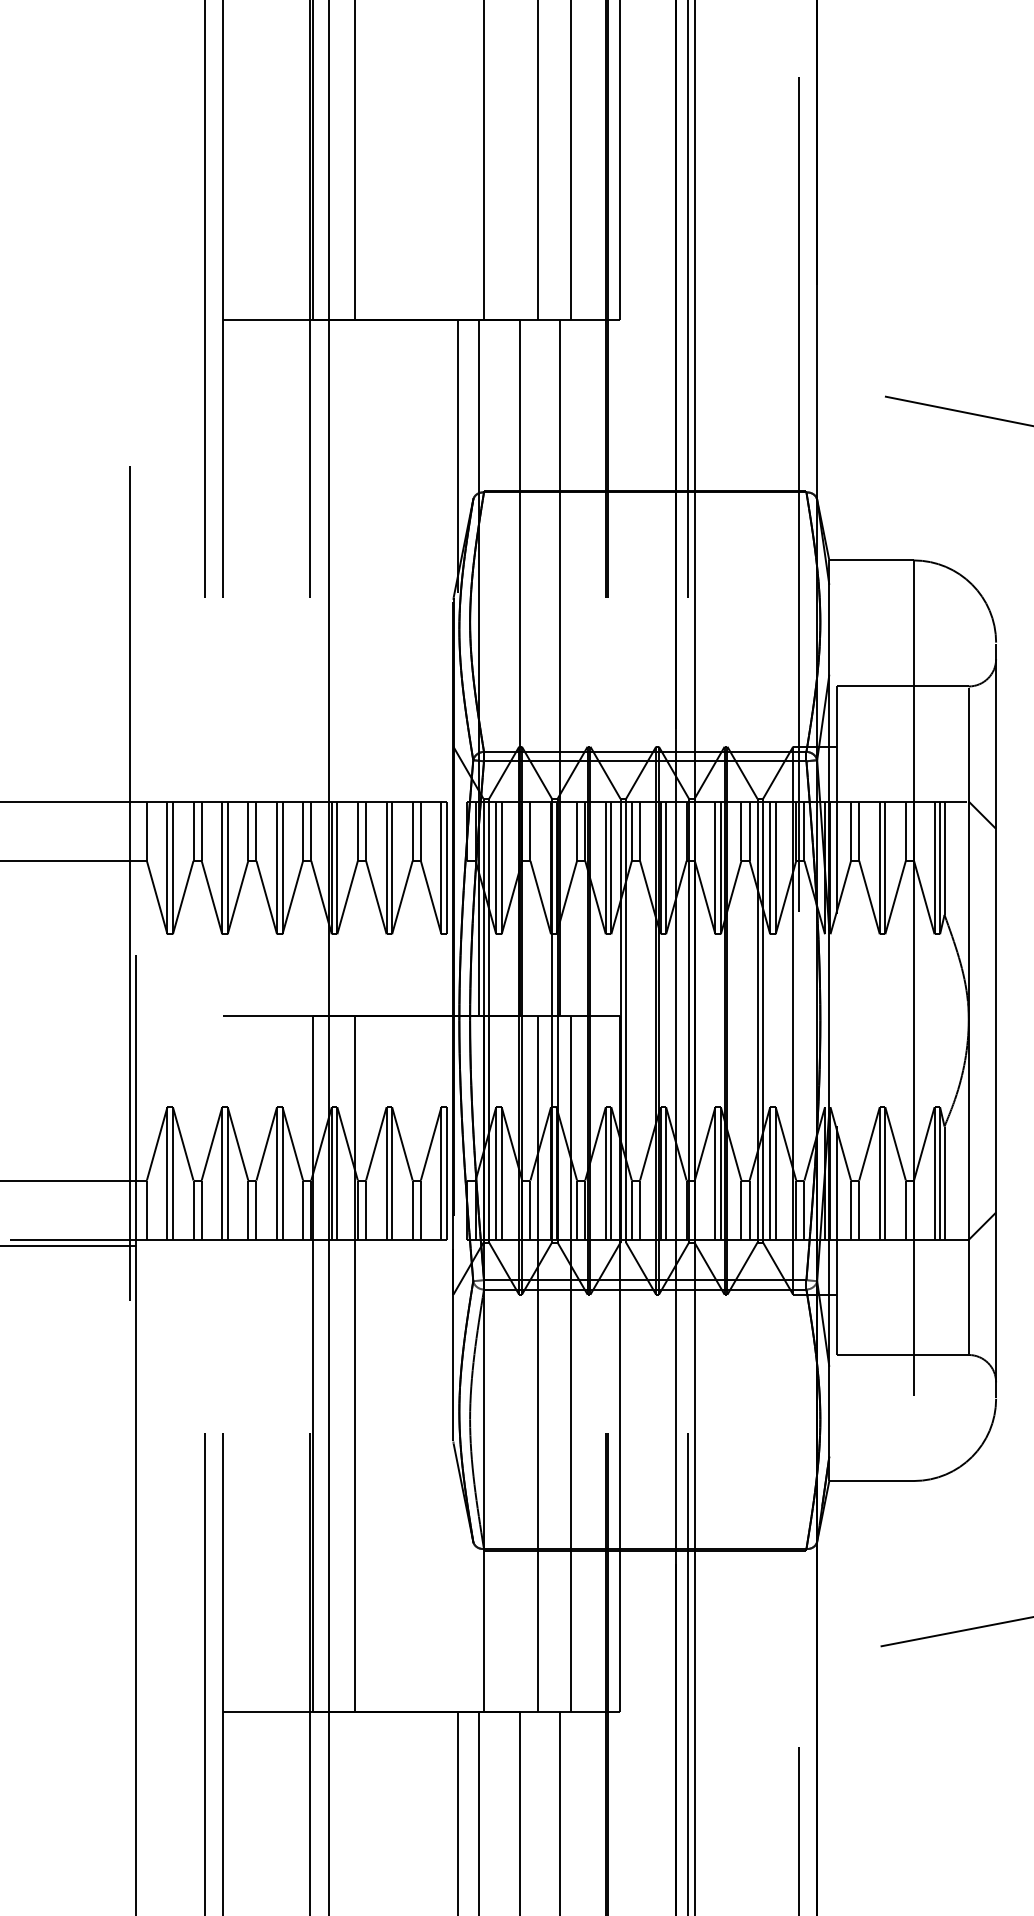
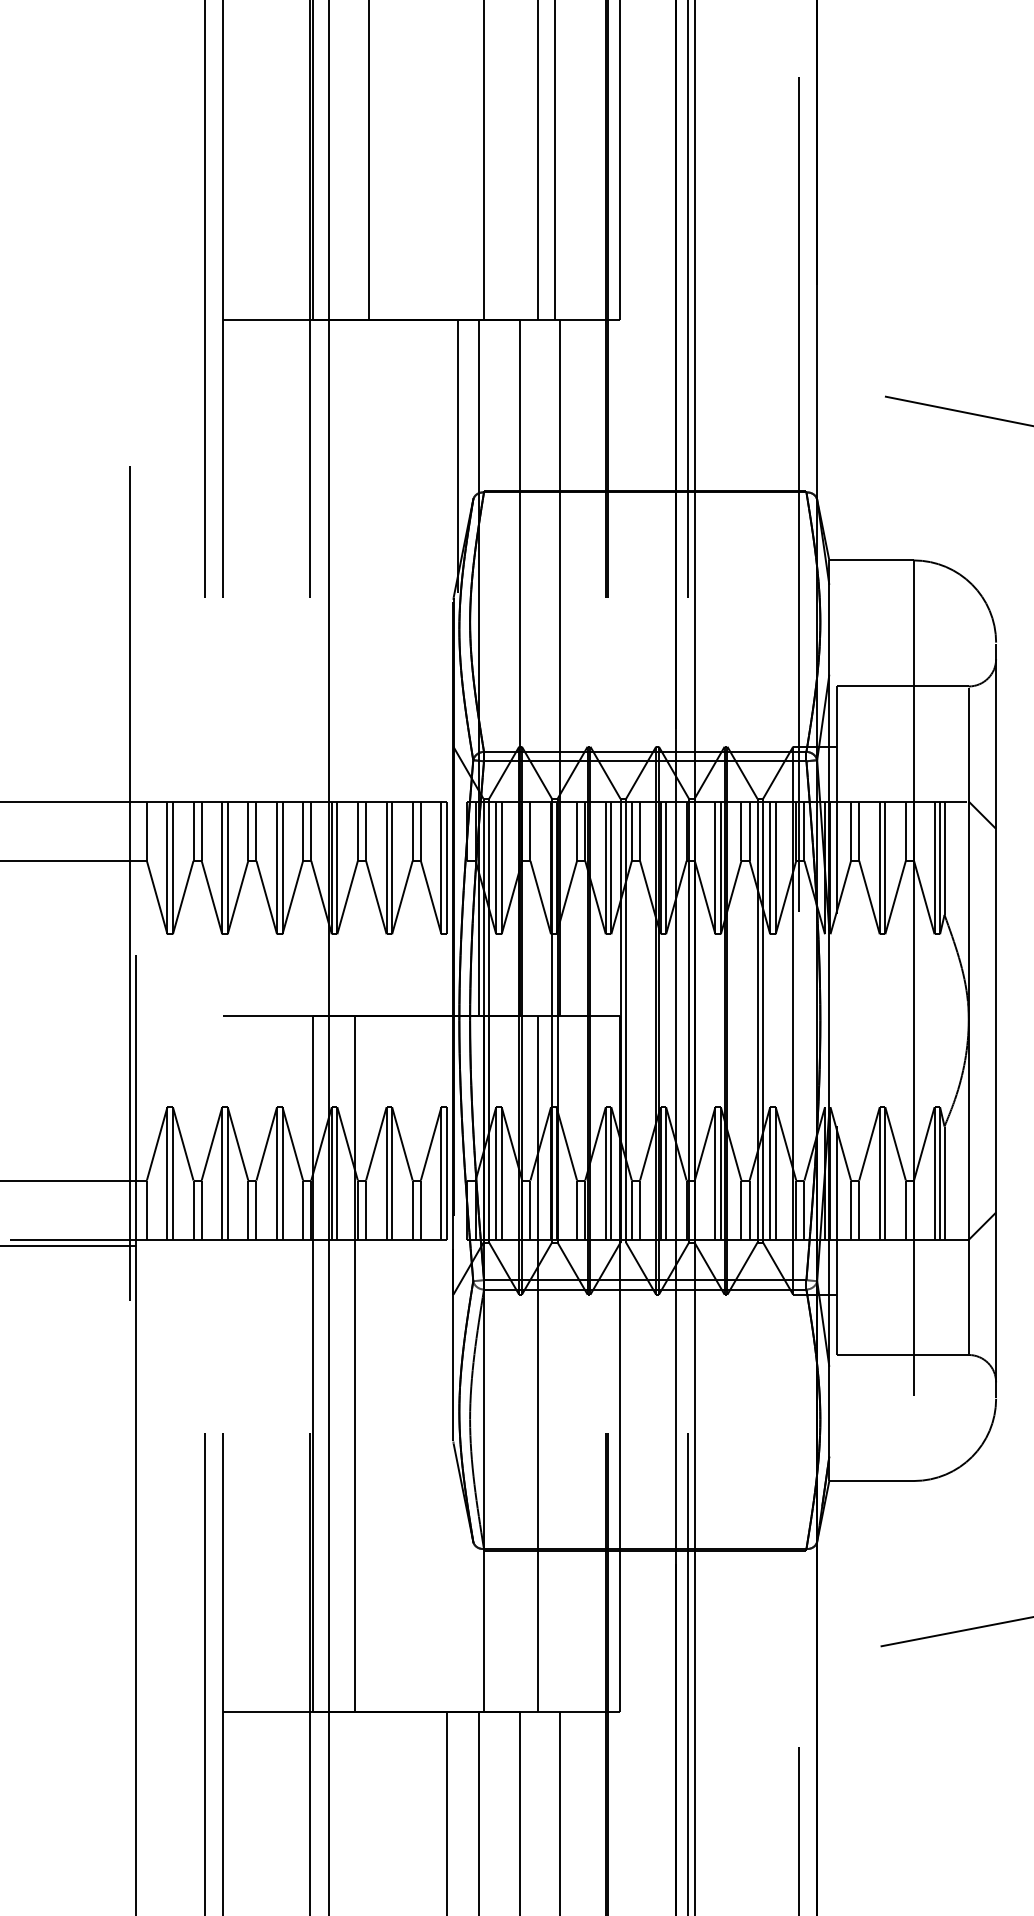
line at (354, 160) position: (354, 160) -> (368, 160)
line at (570, 160) position: (570, 160) -> (554, 160)
line at (570, 1363): present -> none
line at (458, 1811) position: (458, 1811) -> (447, 1811)
